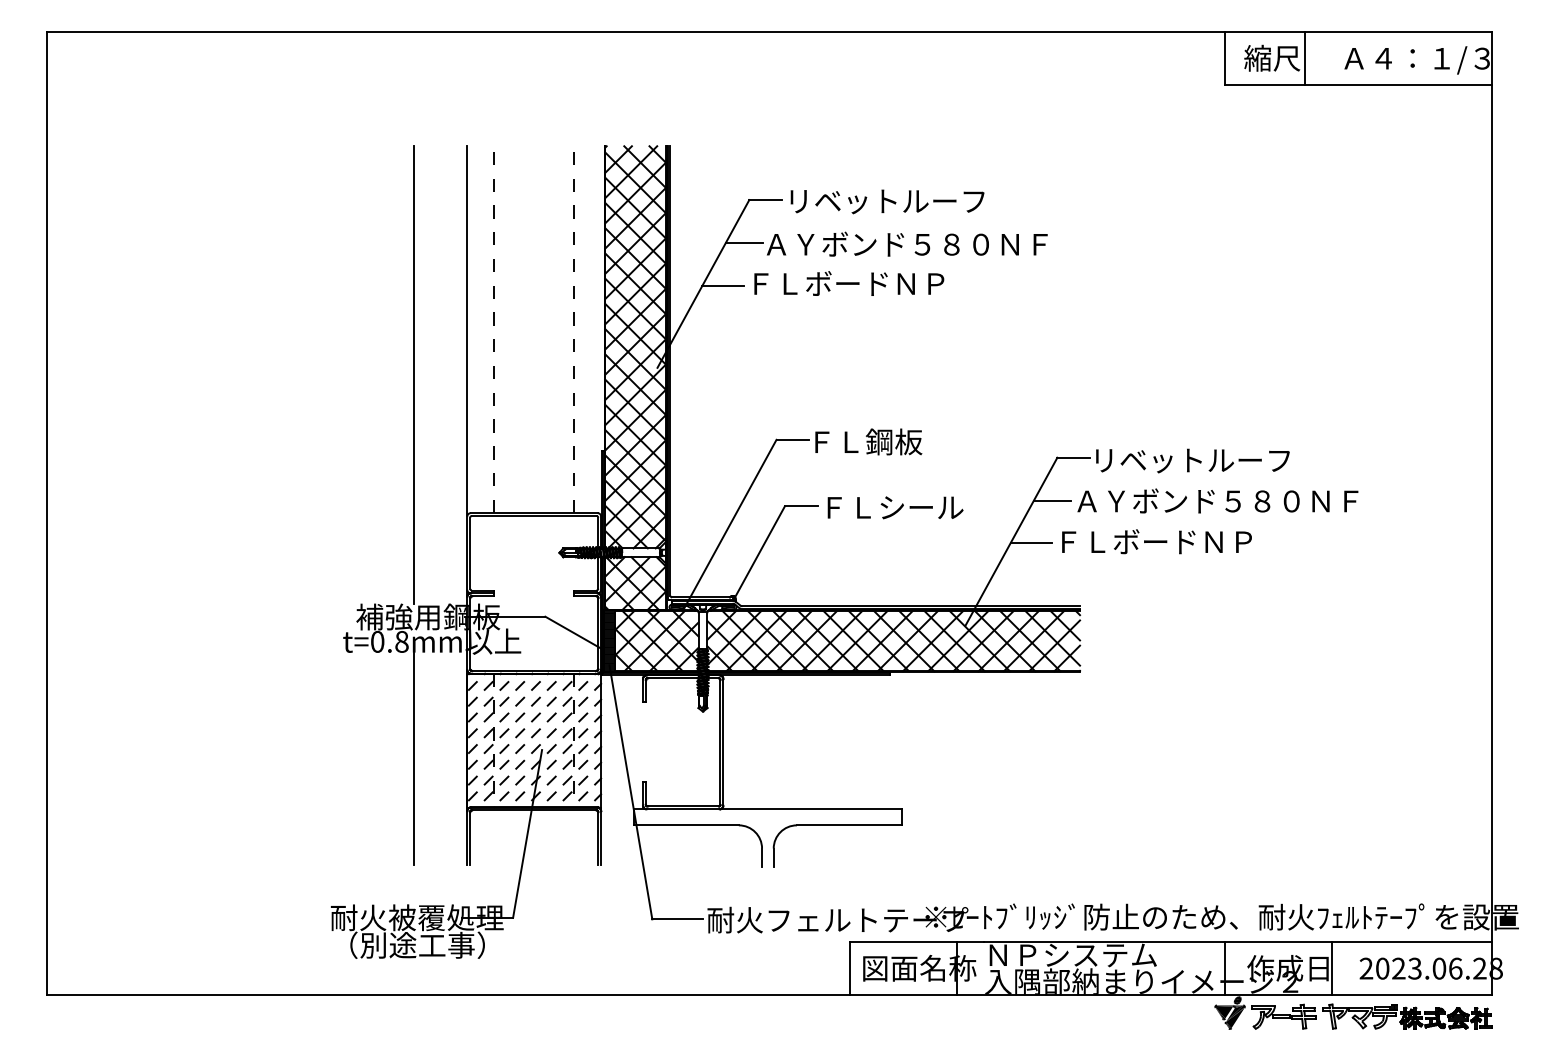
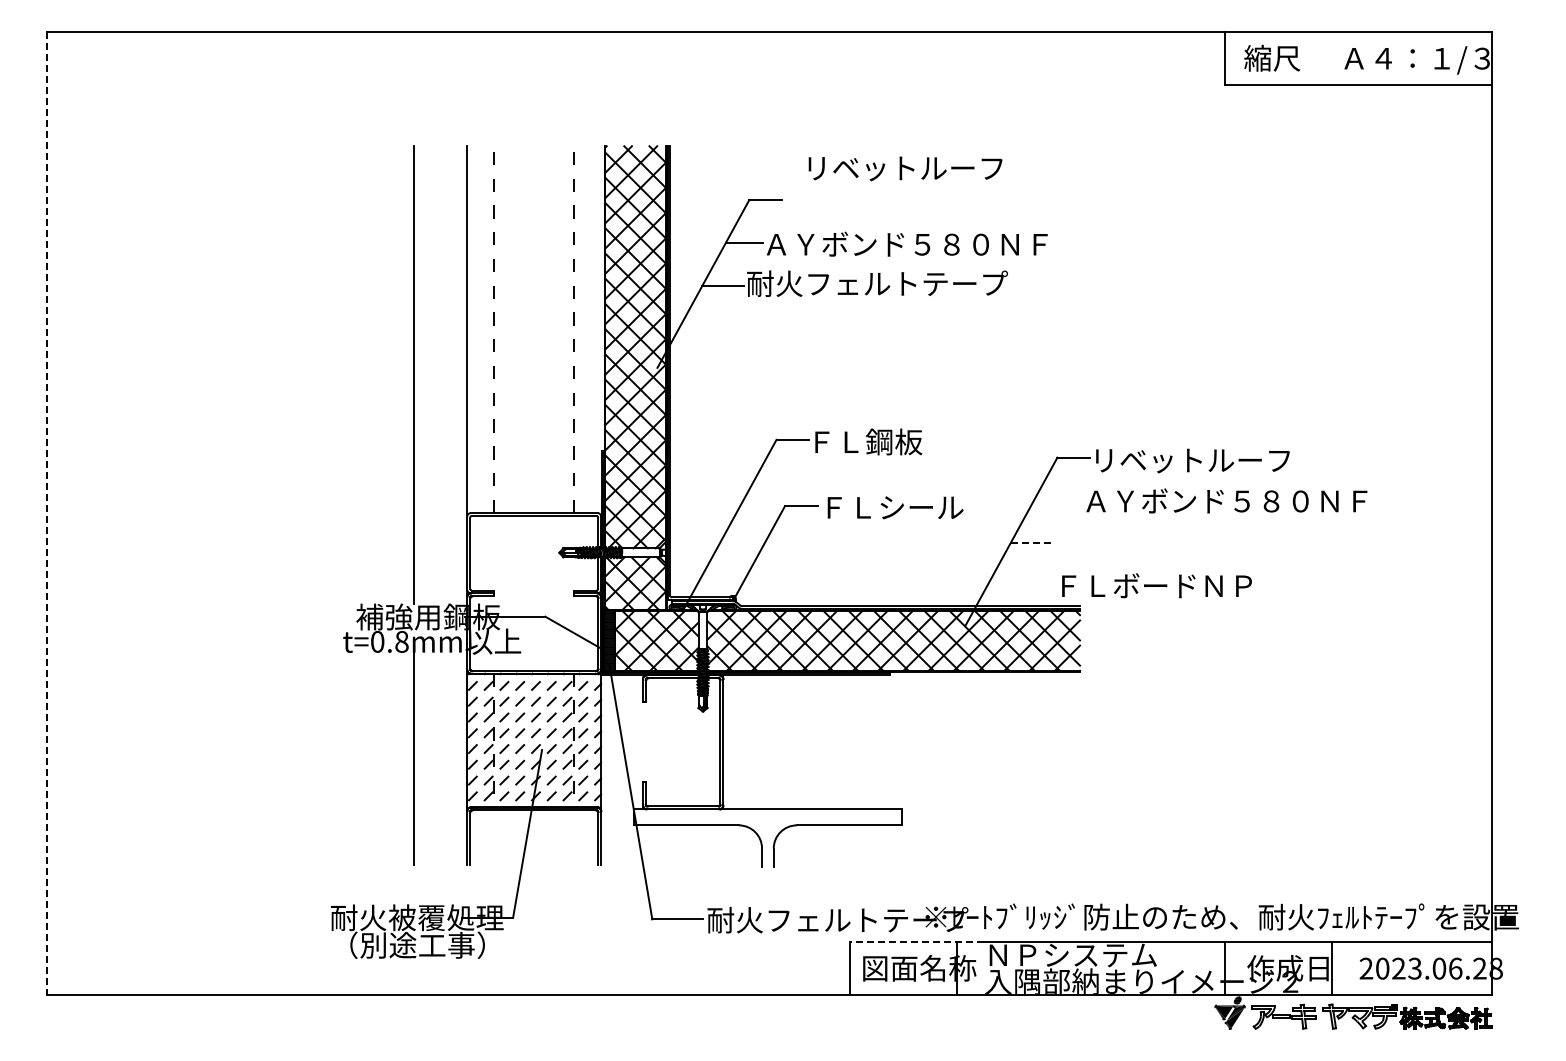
line at (1304, 58): present -> none
text at (887, 201) position: (887, 201) -> (905, 168)
text at (877, 283): ＦＬボードＮＰ -> 耐火フェルトテープ
line at (1052, 500): present -> none
text at (1217, 500) position: (1217, 500) -> (1226, 500)
line at (46, 513): solid -> dashed
text at (1156, 541) position: (1156, 541) -> (1156, 585)
line at (1031, 543): solid -> dashed
line at (916, 941): solid -> dashed
